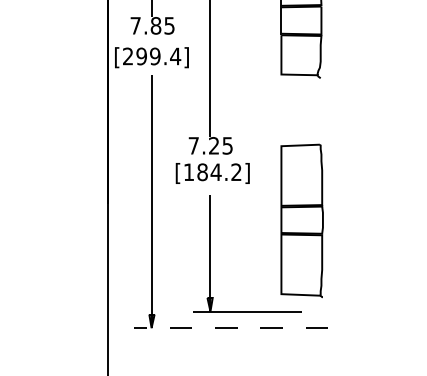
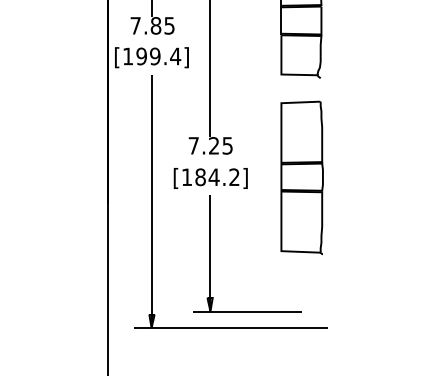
text at (127, 56): [299.4] -> [199.4]
text at (212, 173) position: (212, 173) -> (210, 178)
part at (301, 220) position: (301, 220) -> (301, 177)
line at (230, 328): dashed -> solid
